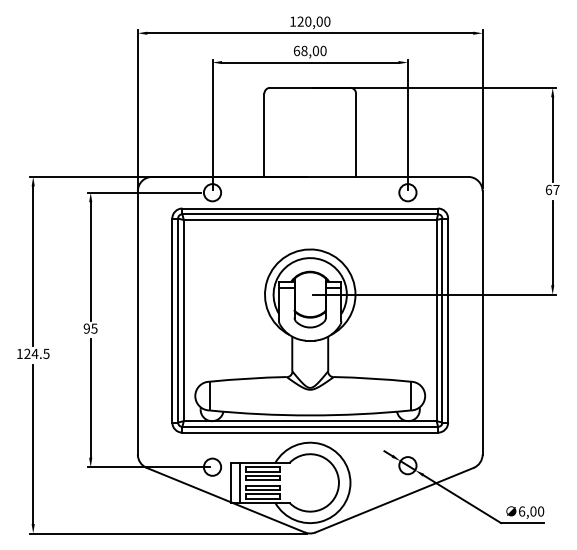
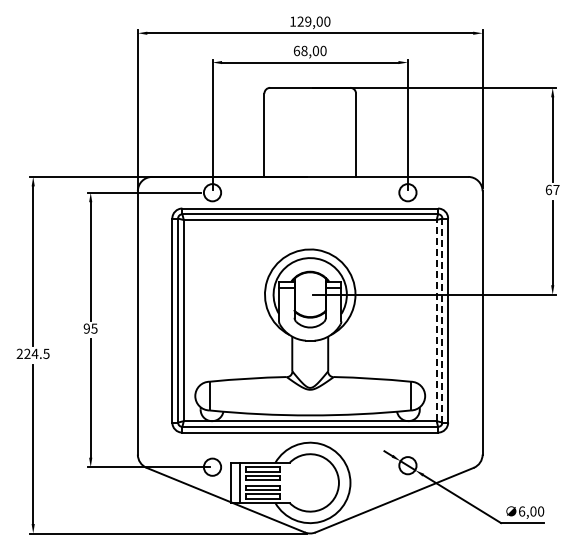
text at (308, 21): 120,00 -> 129,00
line at (436, 320): solid -> dashed
line at (442, 320): solid -> dashed
text at (19, 353): 124.5 -> 224.5
